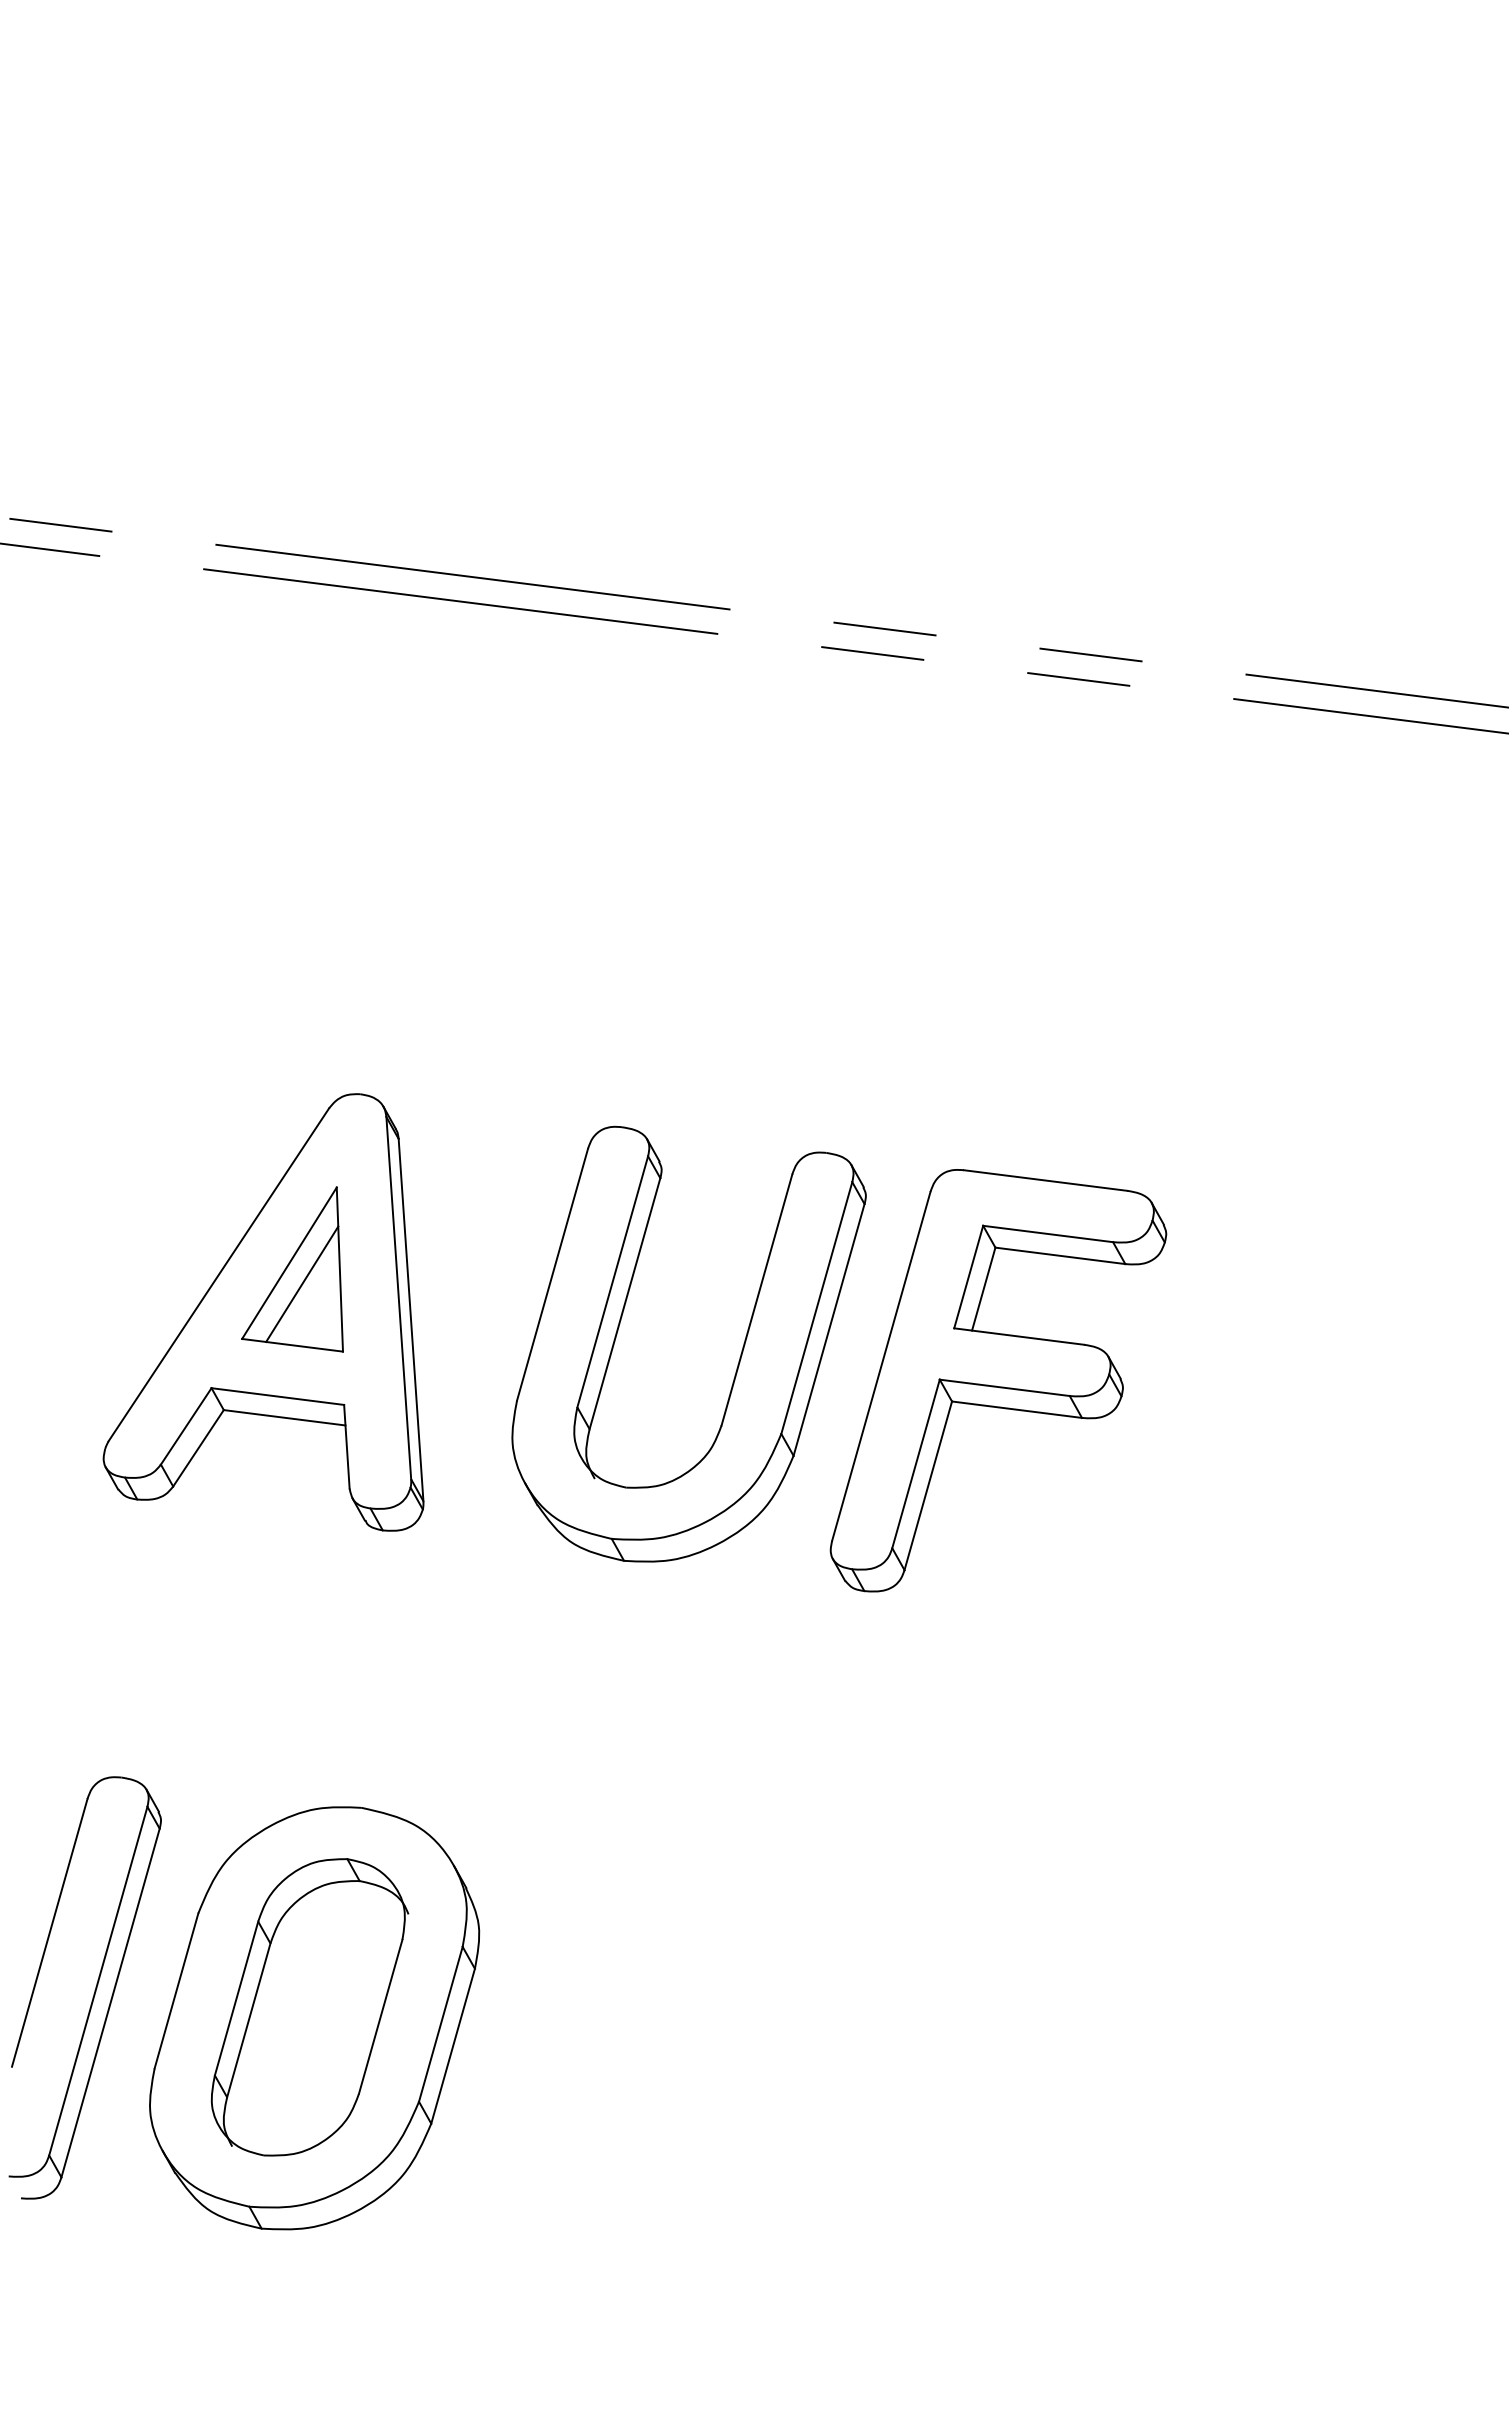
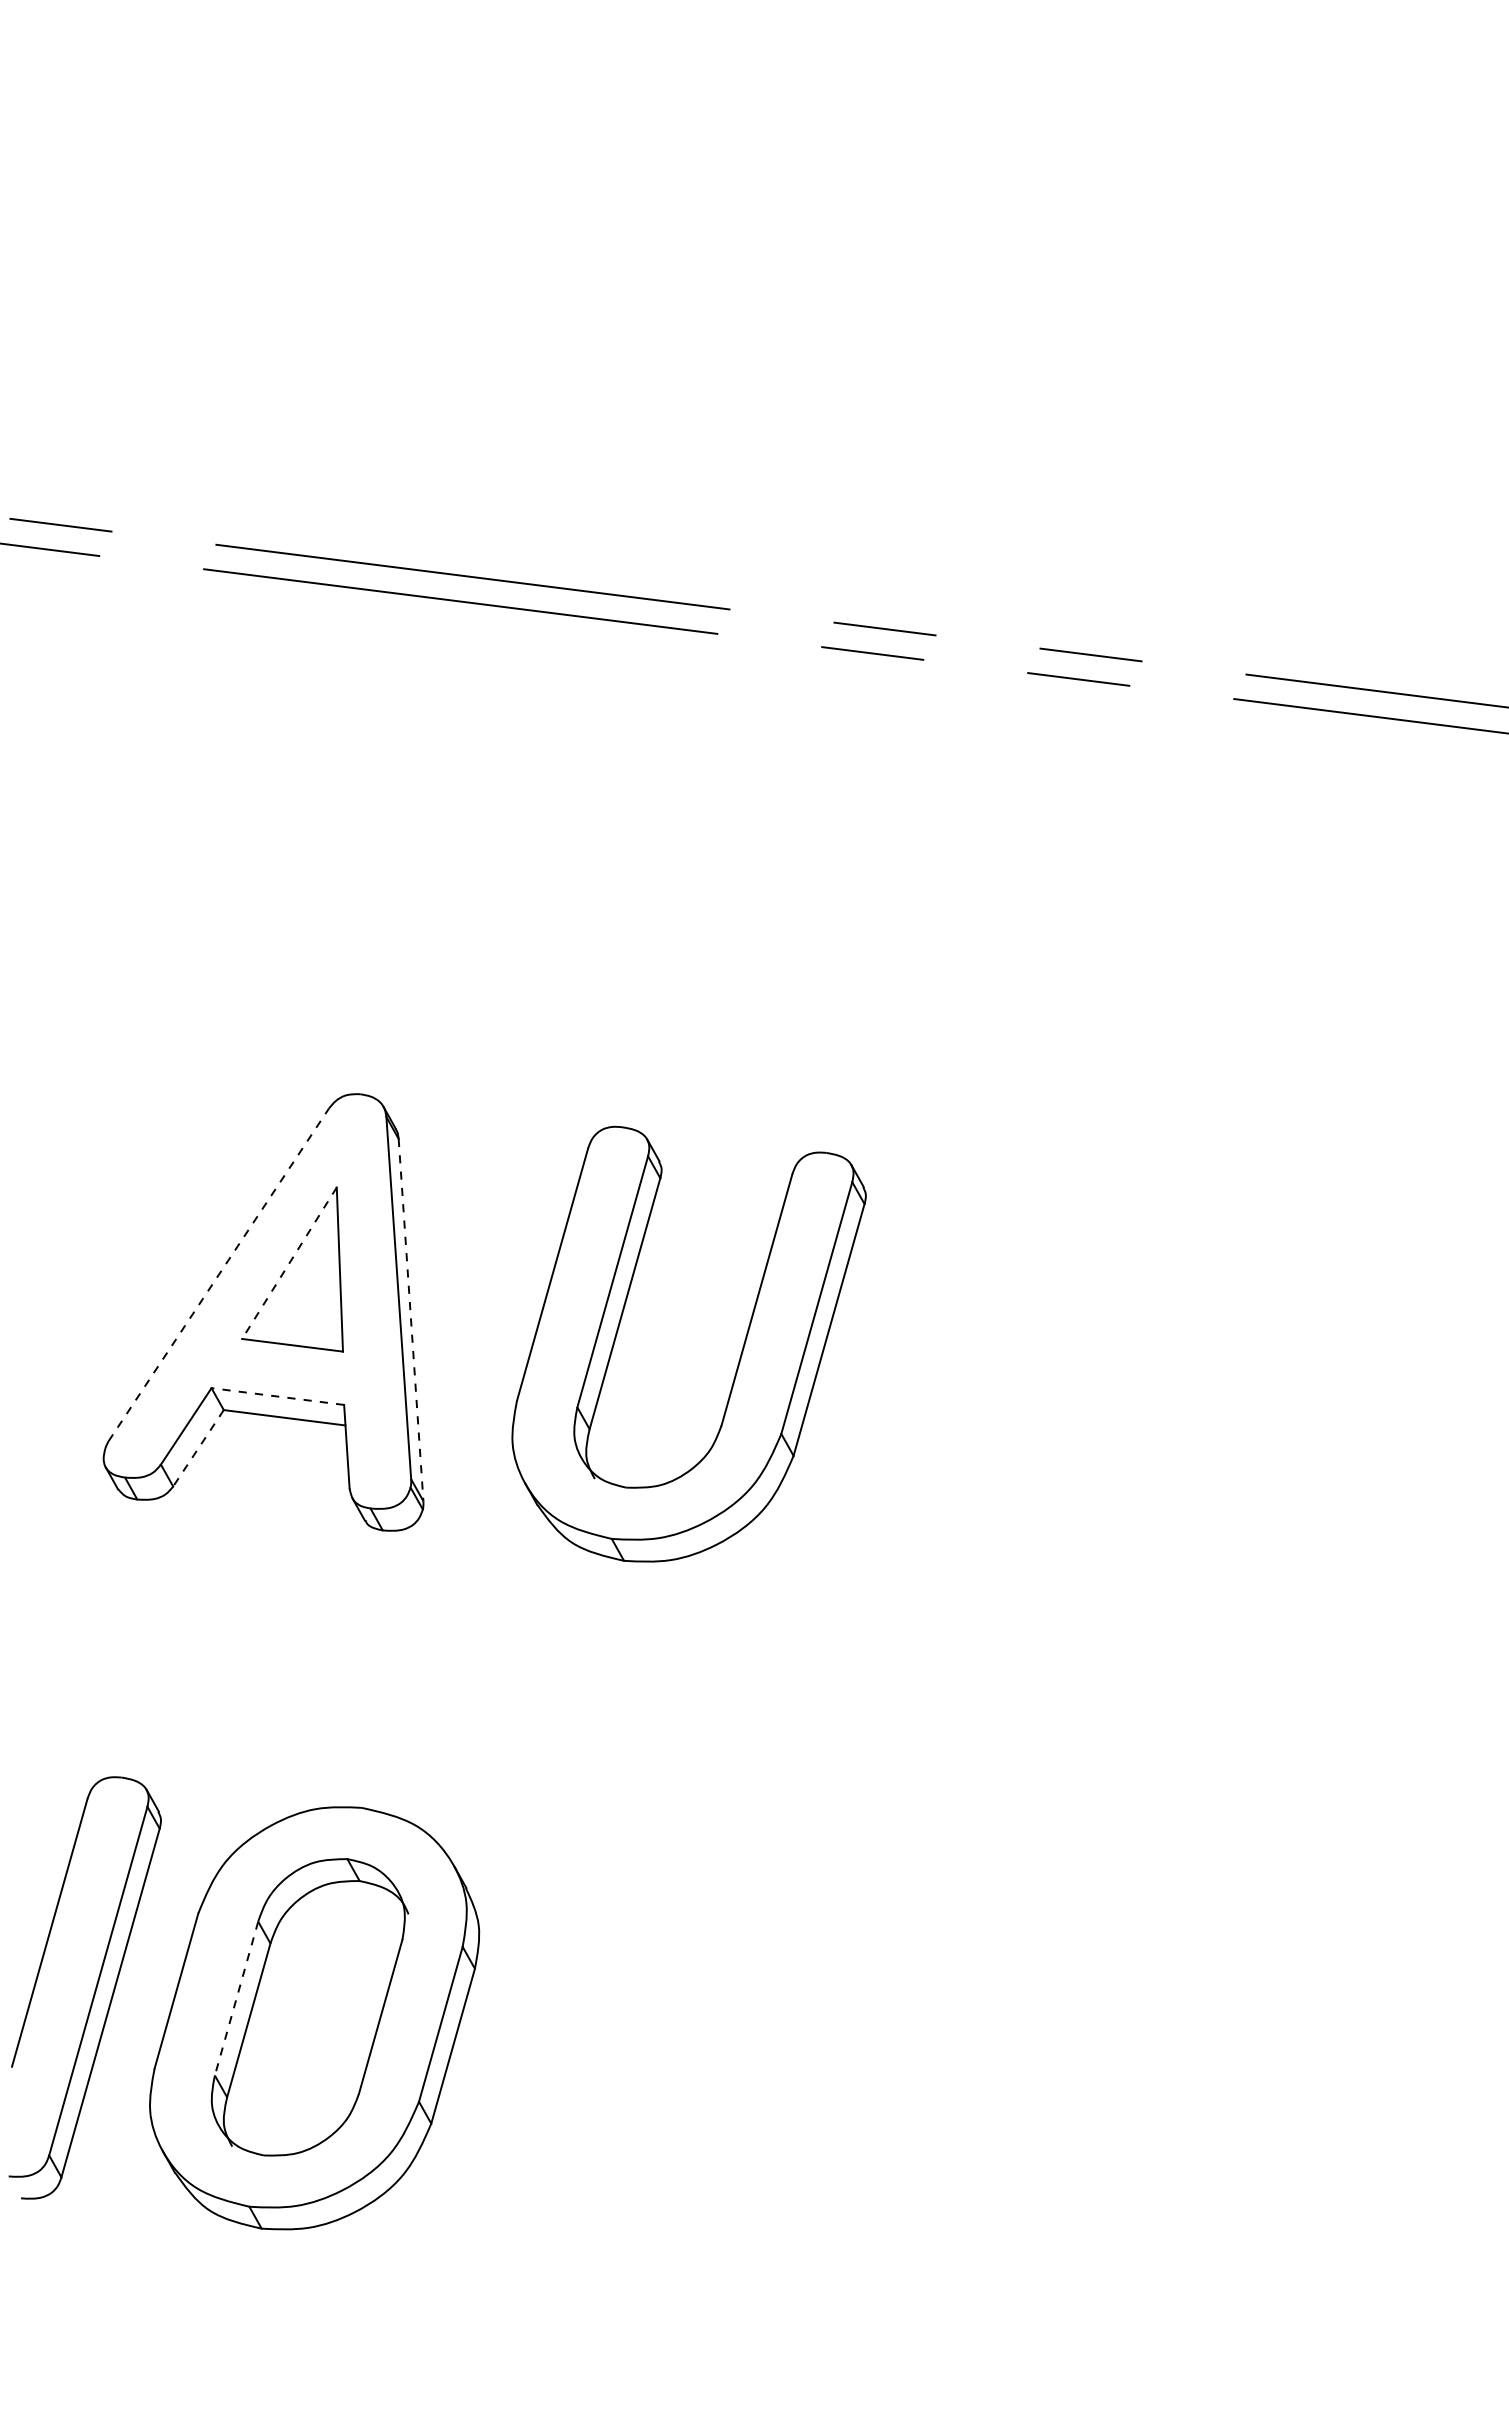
line at (289, 1263): solid -> dashed
line at (218, 1274): solid -> dashed
line at (302, 1283): present -> none
line at (411, 1320): solid -> dashed
part at (998, 1380): present -> none
line at (277, 1396): solid -> dashed
line at (198, 1448): solid -> dashed
line at (236, 1998): solid -> dashed
